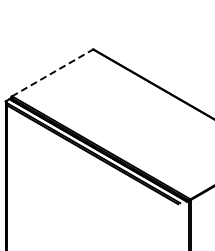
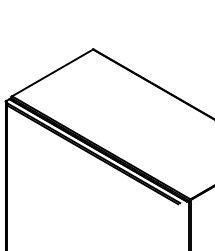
line at (52, 73): dashed -> solid
